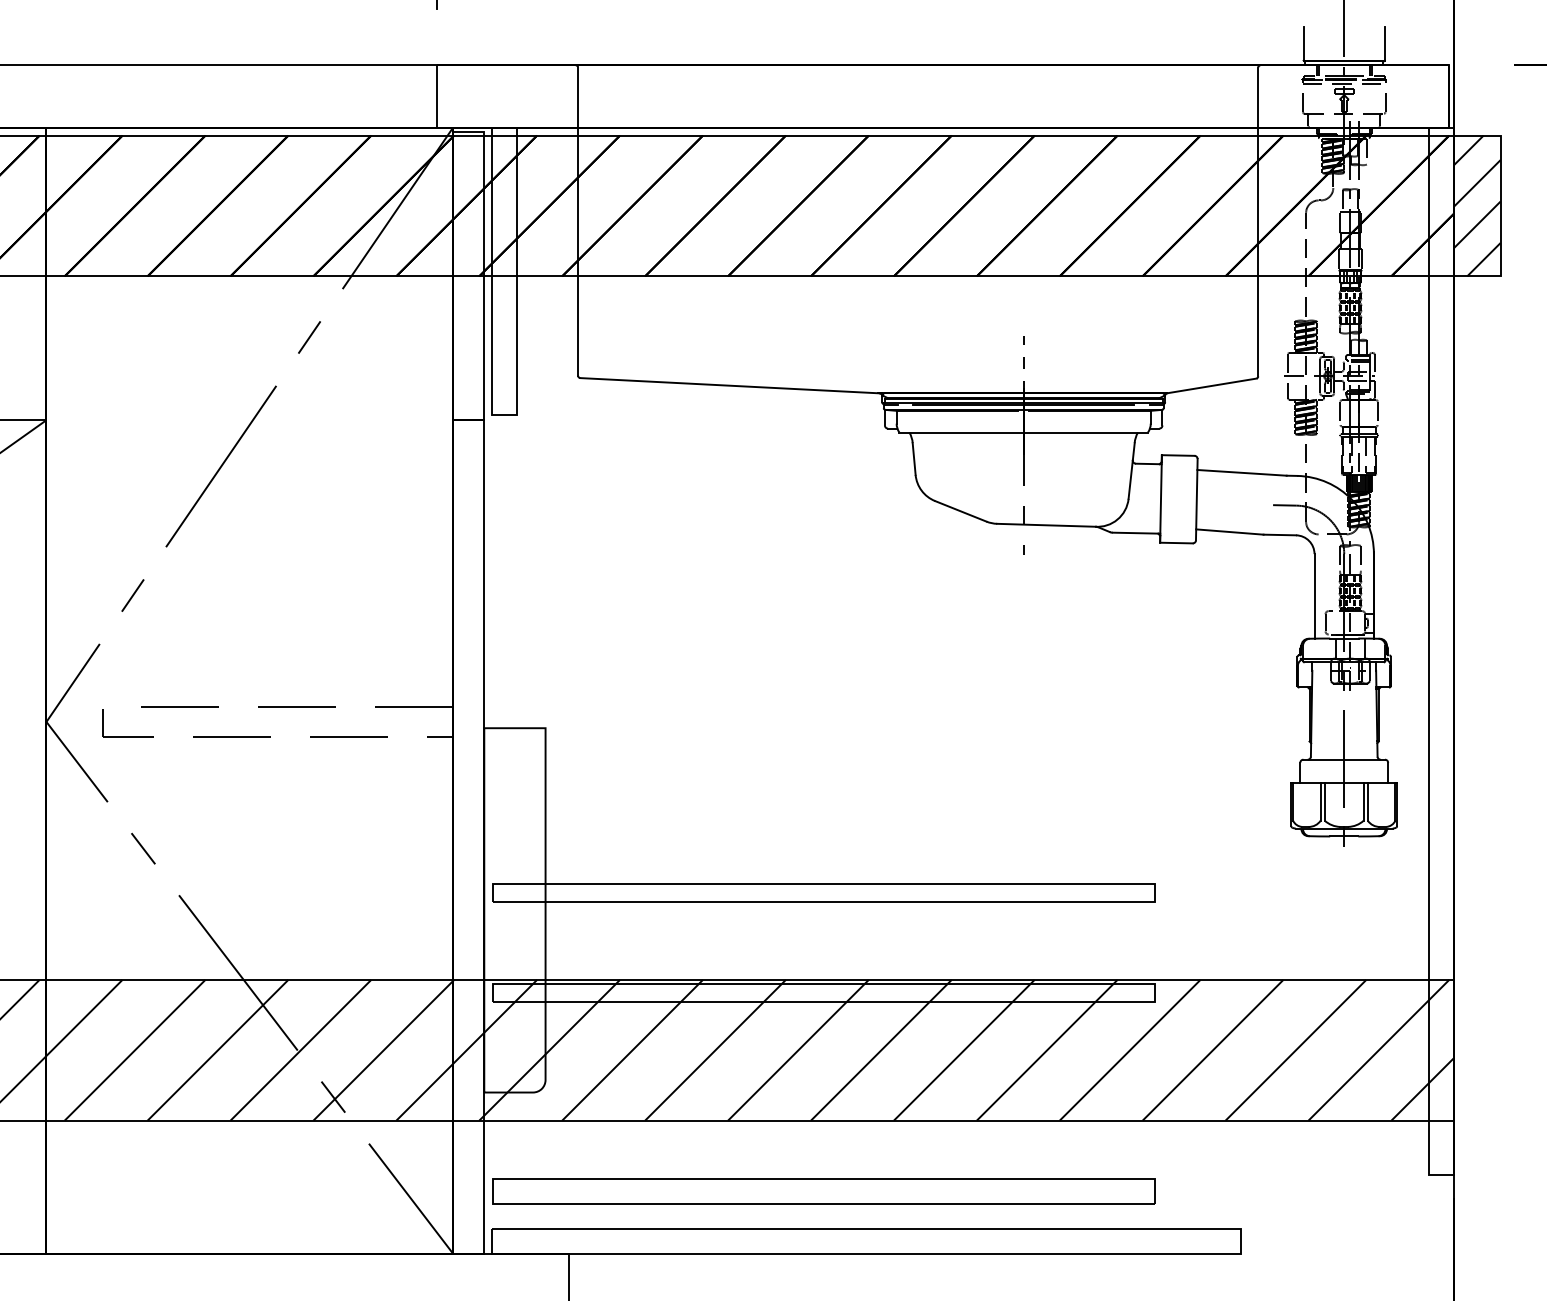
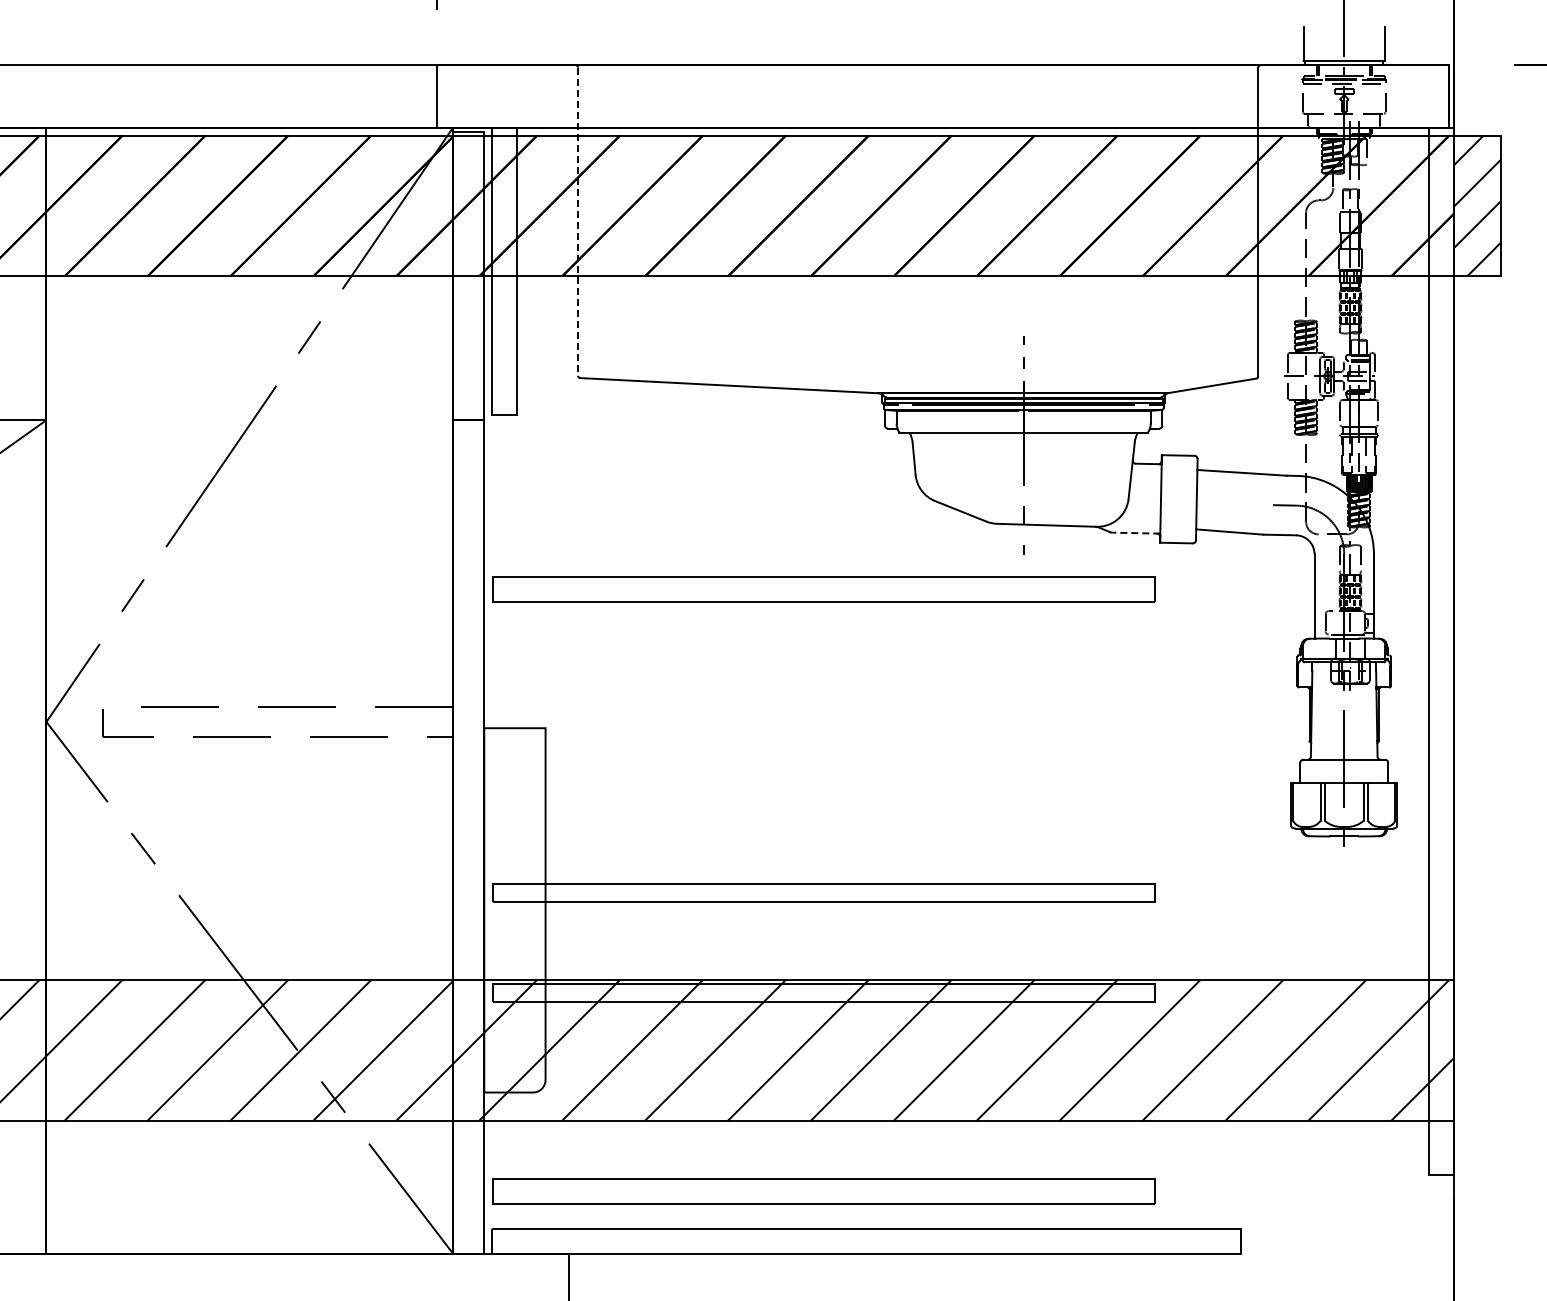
line at (578, 222): solid -> dashed
line at (1136, 533): solid -> dashed
part at (823, 589): none -> present
